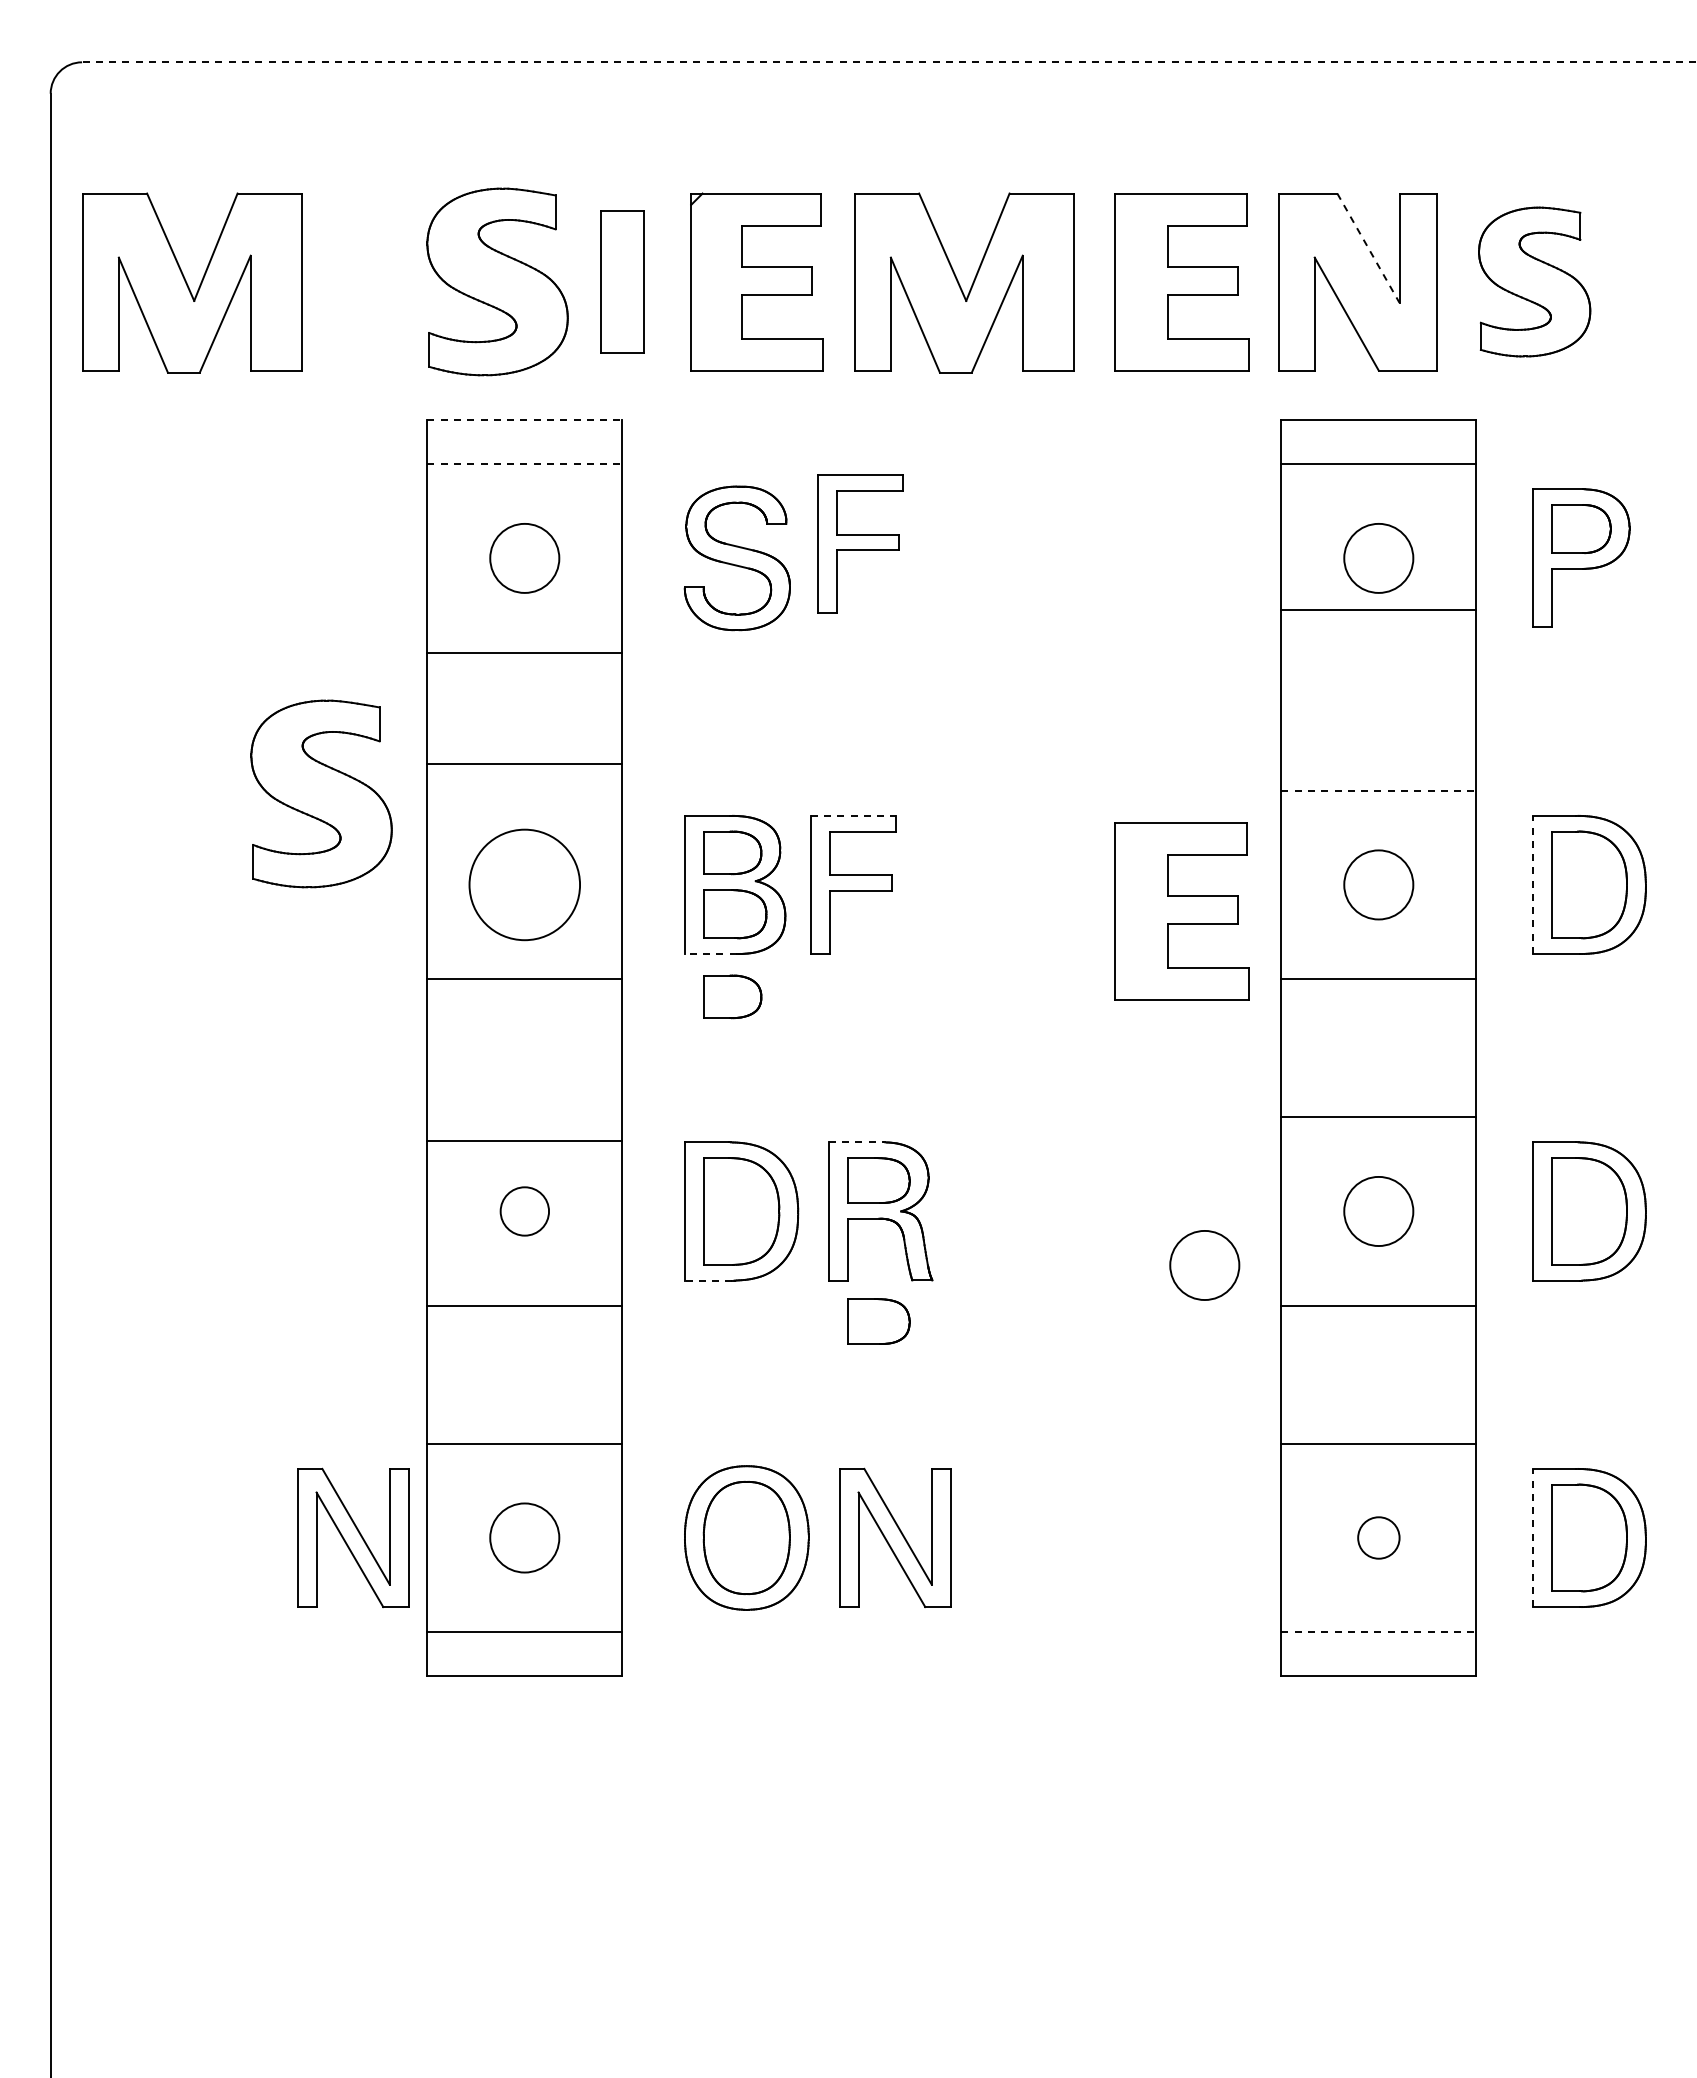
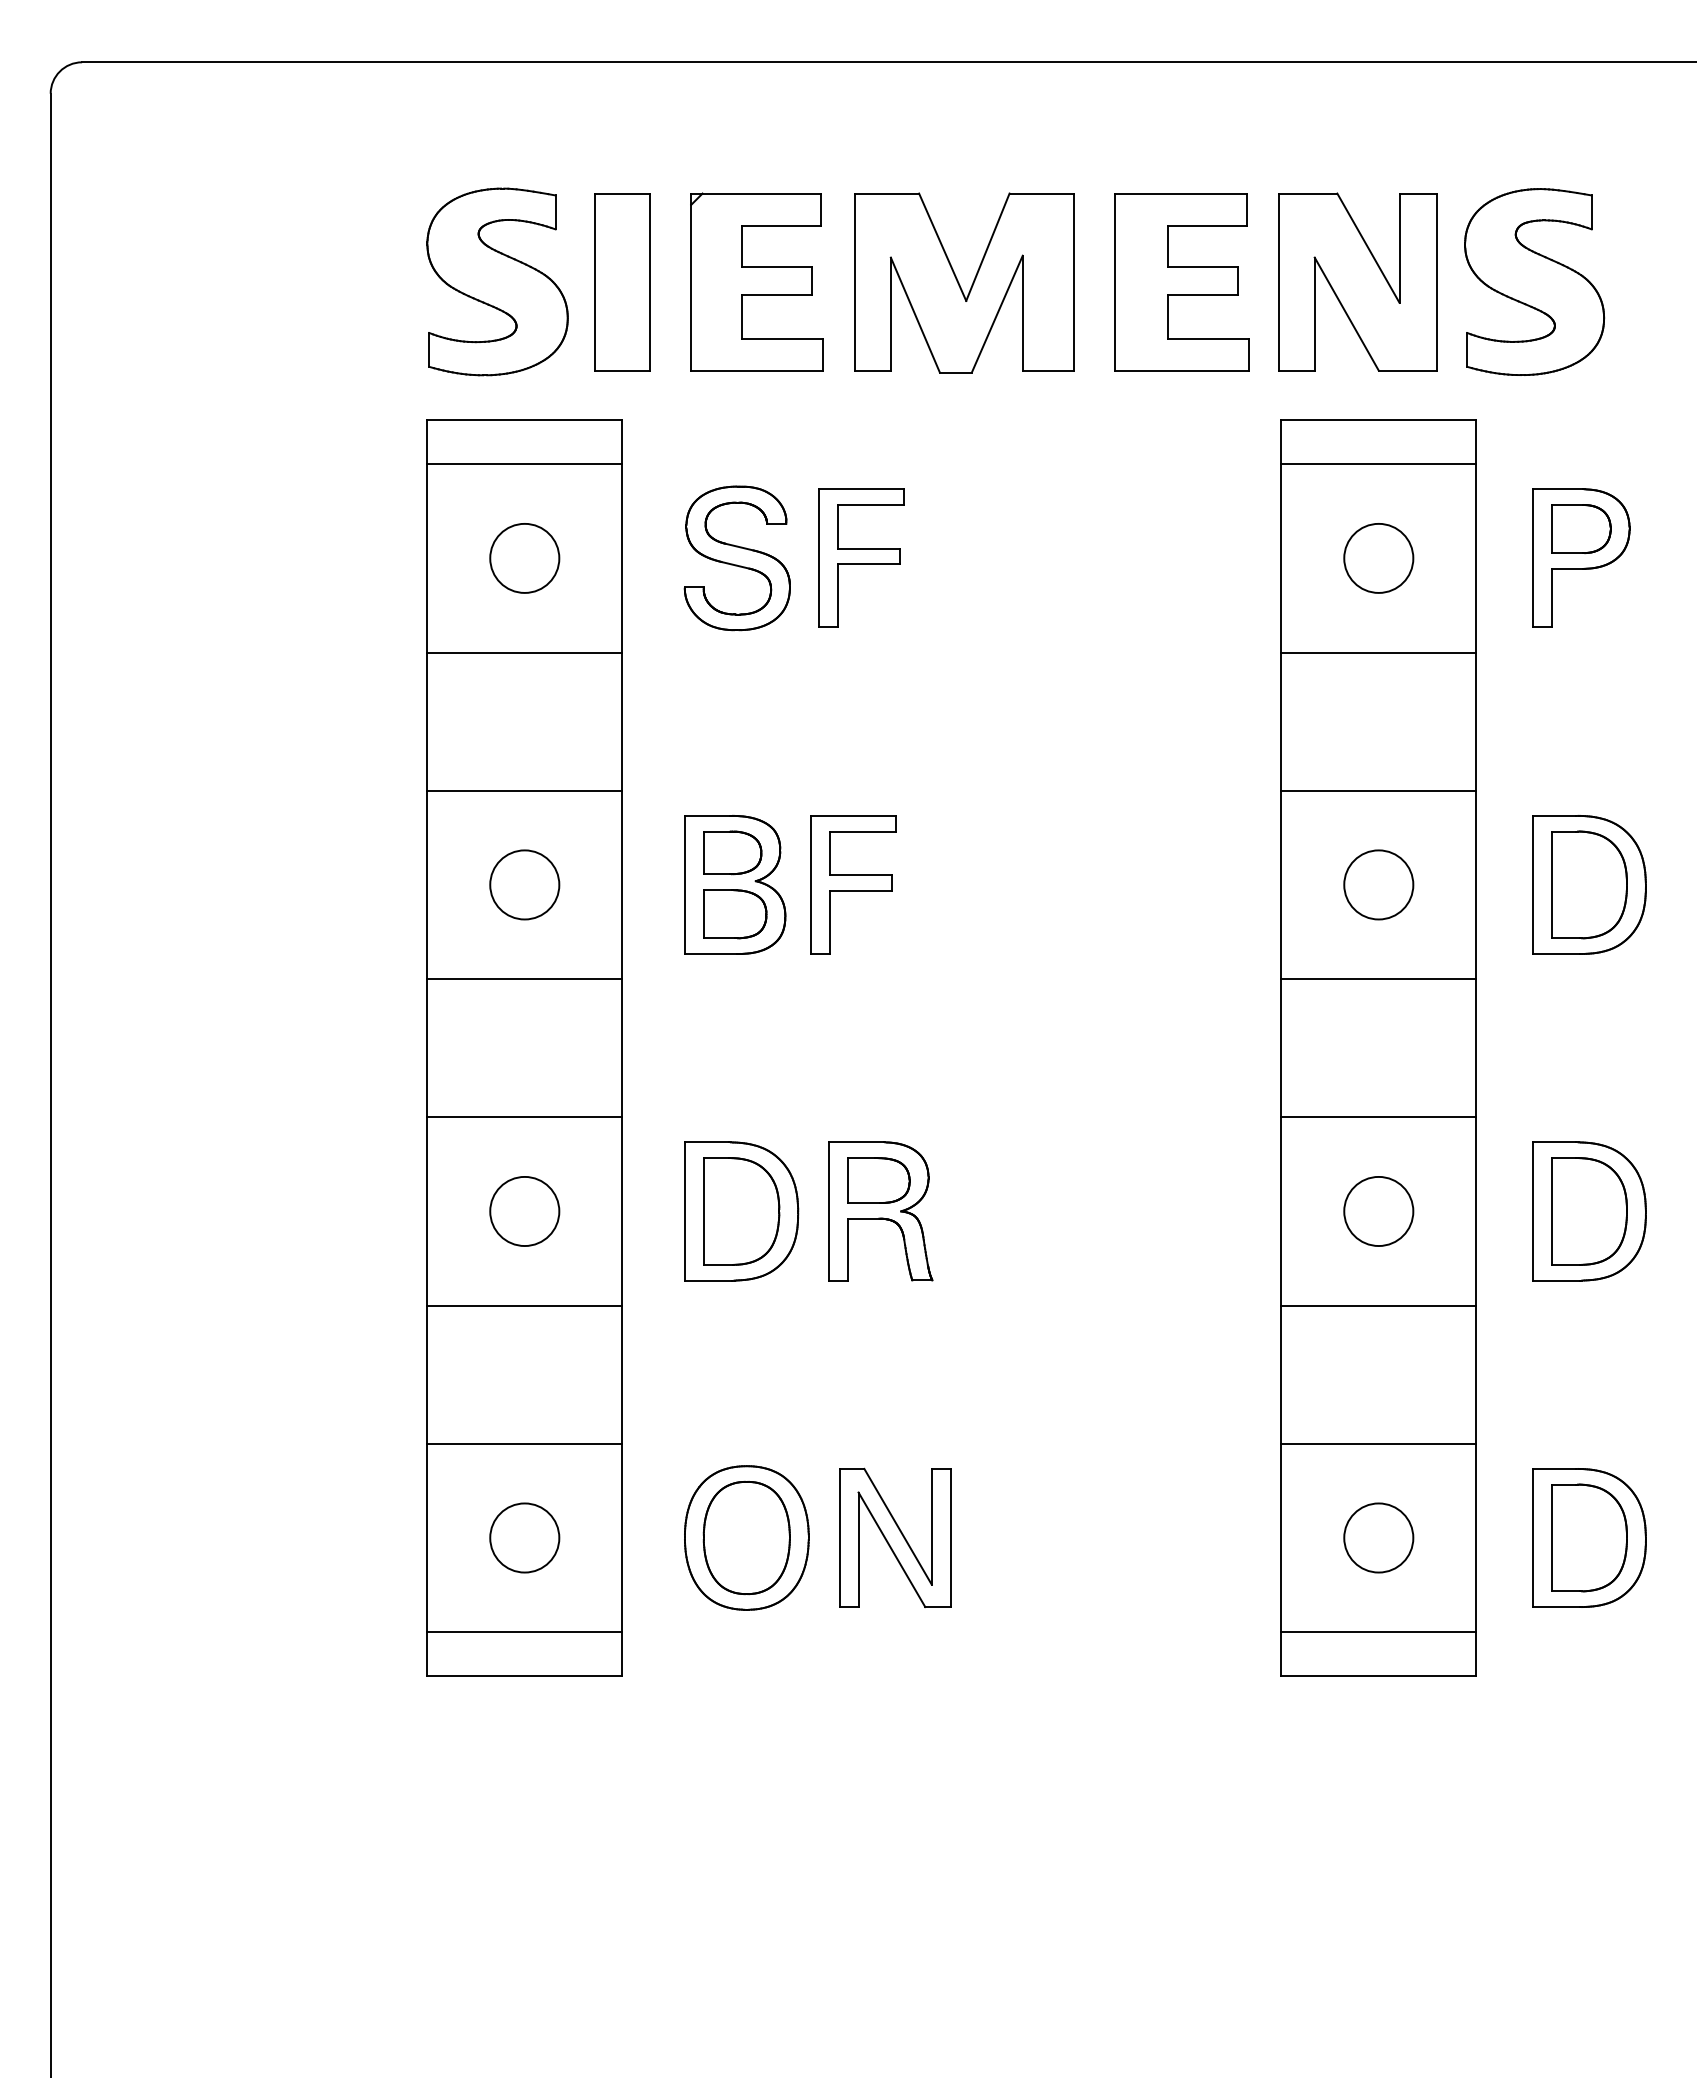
line at (889, 62): dashed -> solid
line at (1368, 248): dashed -> solid
part at (622, 281) size: 45x144 px -> 57x179 px
part at (1534, 281) size: 114x152 px -> 142x188 px
part at (192, 282): present -> none
line at (525, 420): dashed -> solid
line at (525, 464): dashed -> solid
part at (860, 543) position: (860, 543) -> (861, 557)
line at (1378, 609) position: (1378, 609) -> (1378, 652)
line at (524, 763) position: (524, 763) -> (524, 790)
line at (1379, 790): dashed -> solid
part at (321, 793): present -> none
line at (853, 815): dashed -> solid
circle at (524, 884) diameter: 111 px -> 69 px
line at (1532, 884): dashed -> solid
part at (1181, 911): present -> none
line at (710, 954): dashed -> solid
part at (732, 996): present -> none
line at (524, 1141) position: (524, 1141) -> (524, 1117)
line at (856, 1142): dashed -> solid
circle at (524, 1211) size: 51x51 px -> 72x71 px
circle at (1204, 1265): present -> none
line at (708, 1280): dashed -> solid
part at (878, 1321): present -> none
part at (353, 1537): present -> none
circle at (1378, 1537) size: 44x44 px -> 72x72 px
line at (1532, 1537): dashed -> solid
line at (1379, 1632): dashed -> solid
